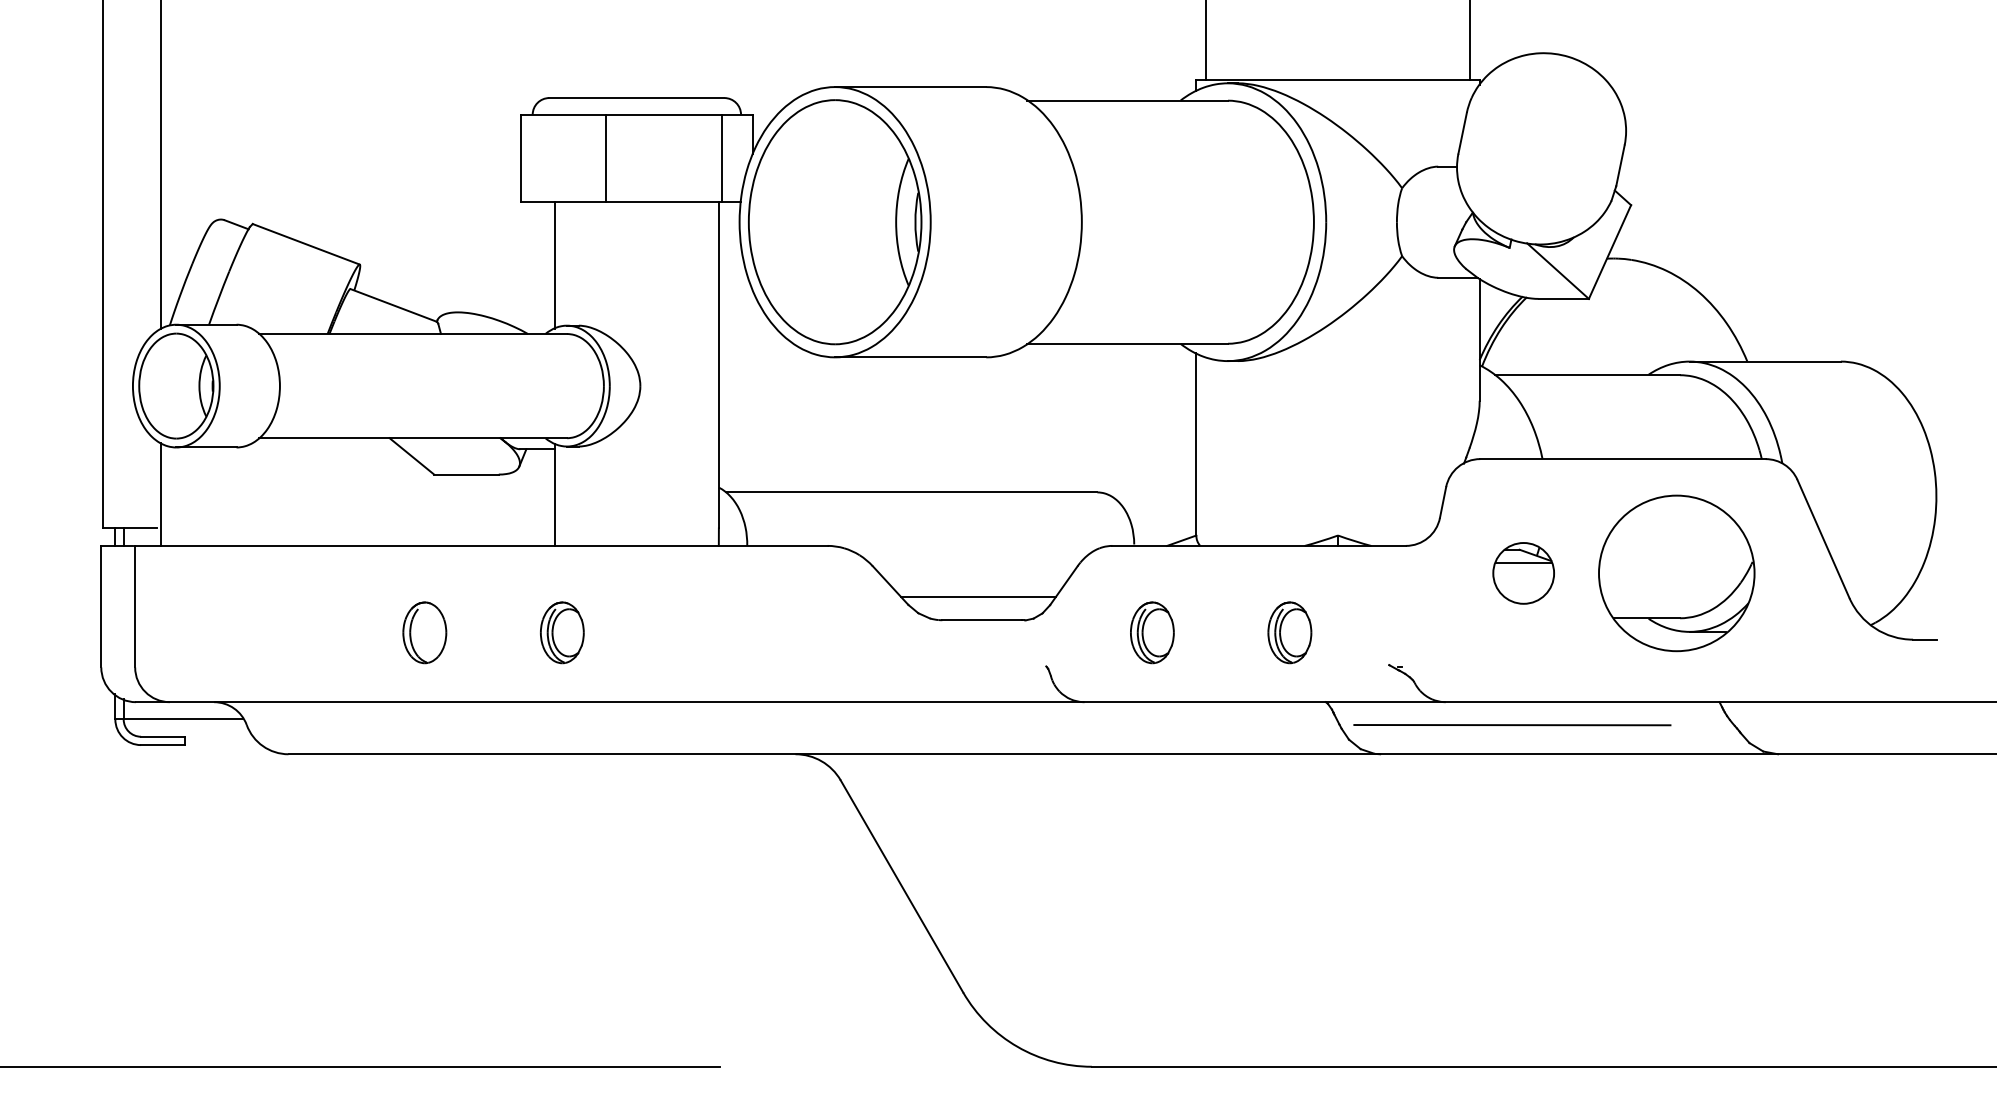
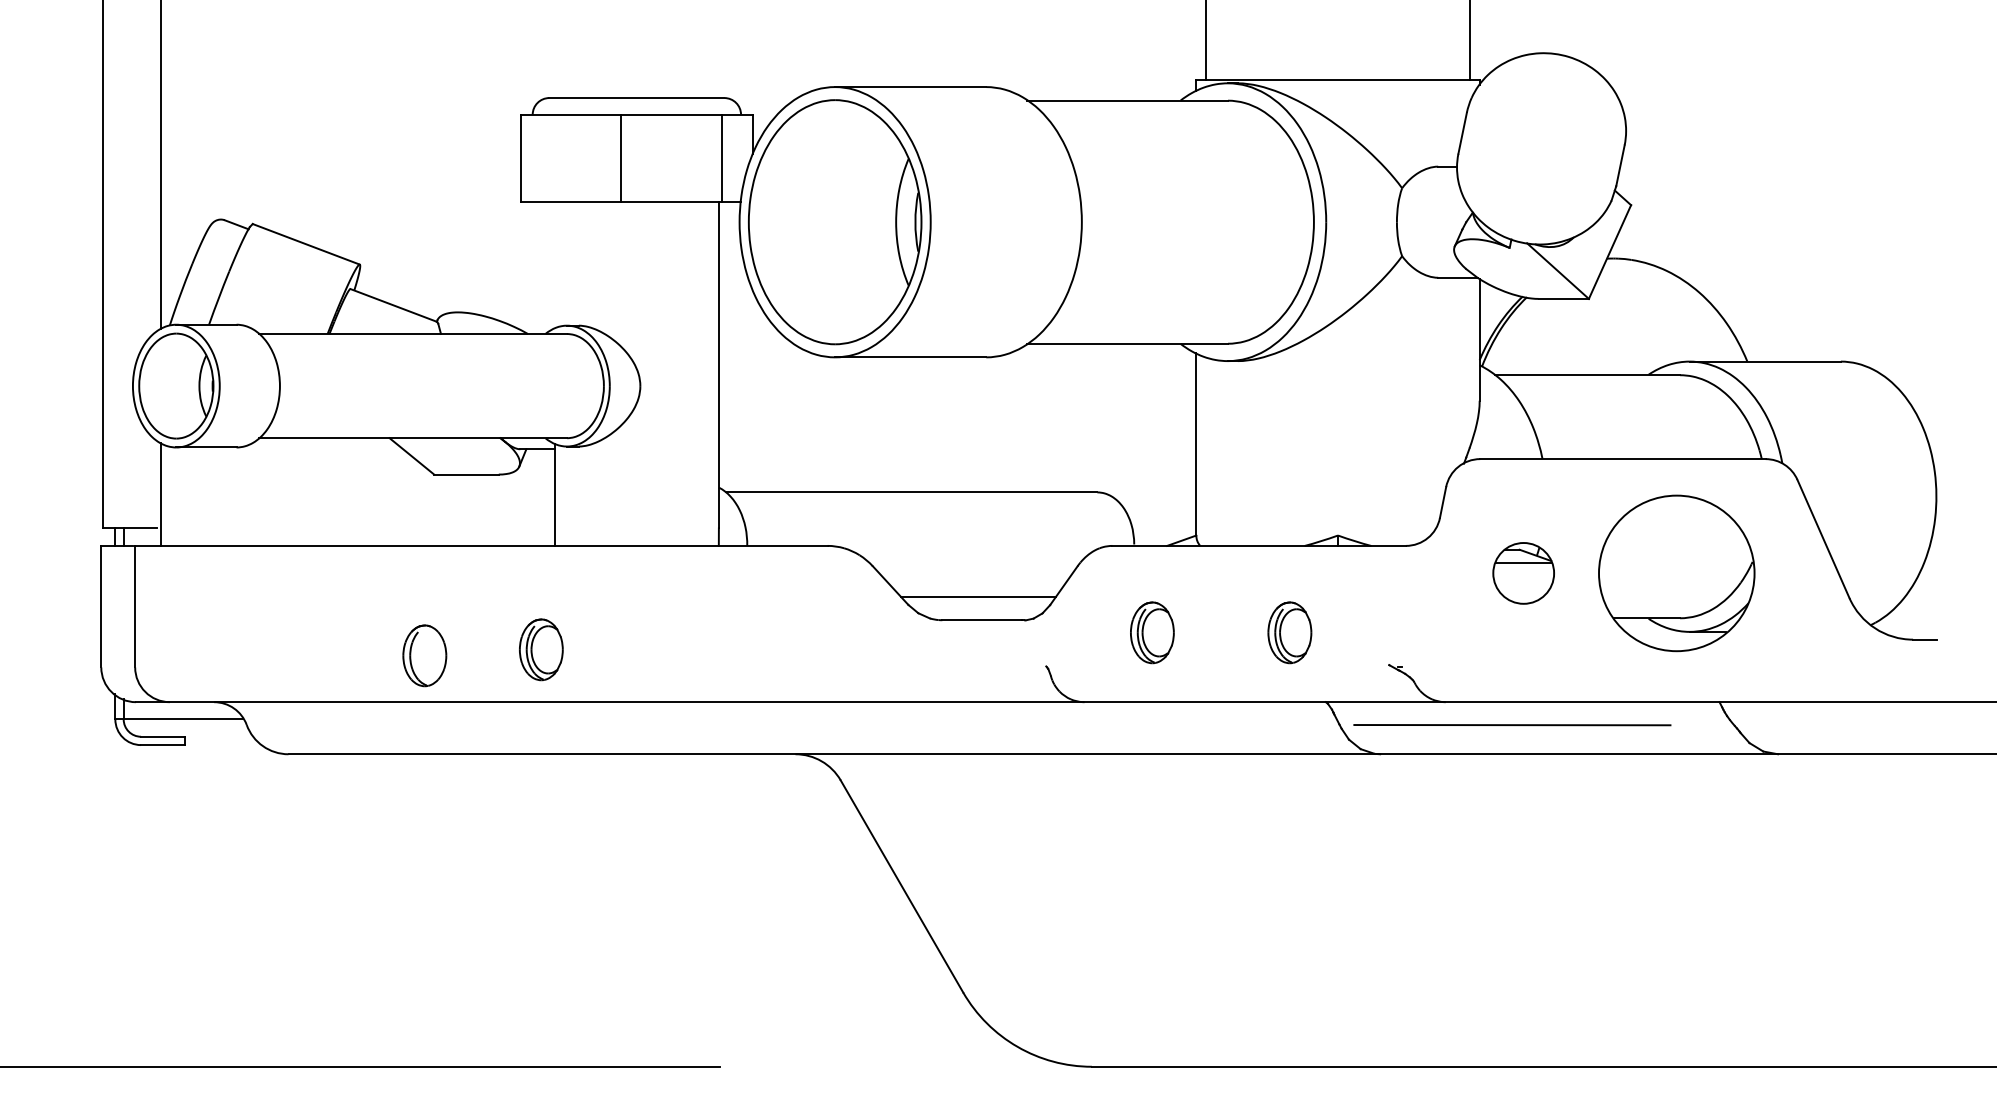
line at (605, 158) position: (605, 158) -> (620, 158)
line at (554, 265): present -> none
part at (424, 632) position: (424, 632) -> (424, 655)
part at (562, 632) position: (562, 632) -> (541, 649)
